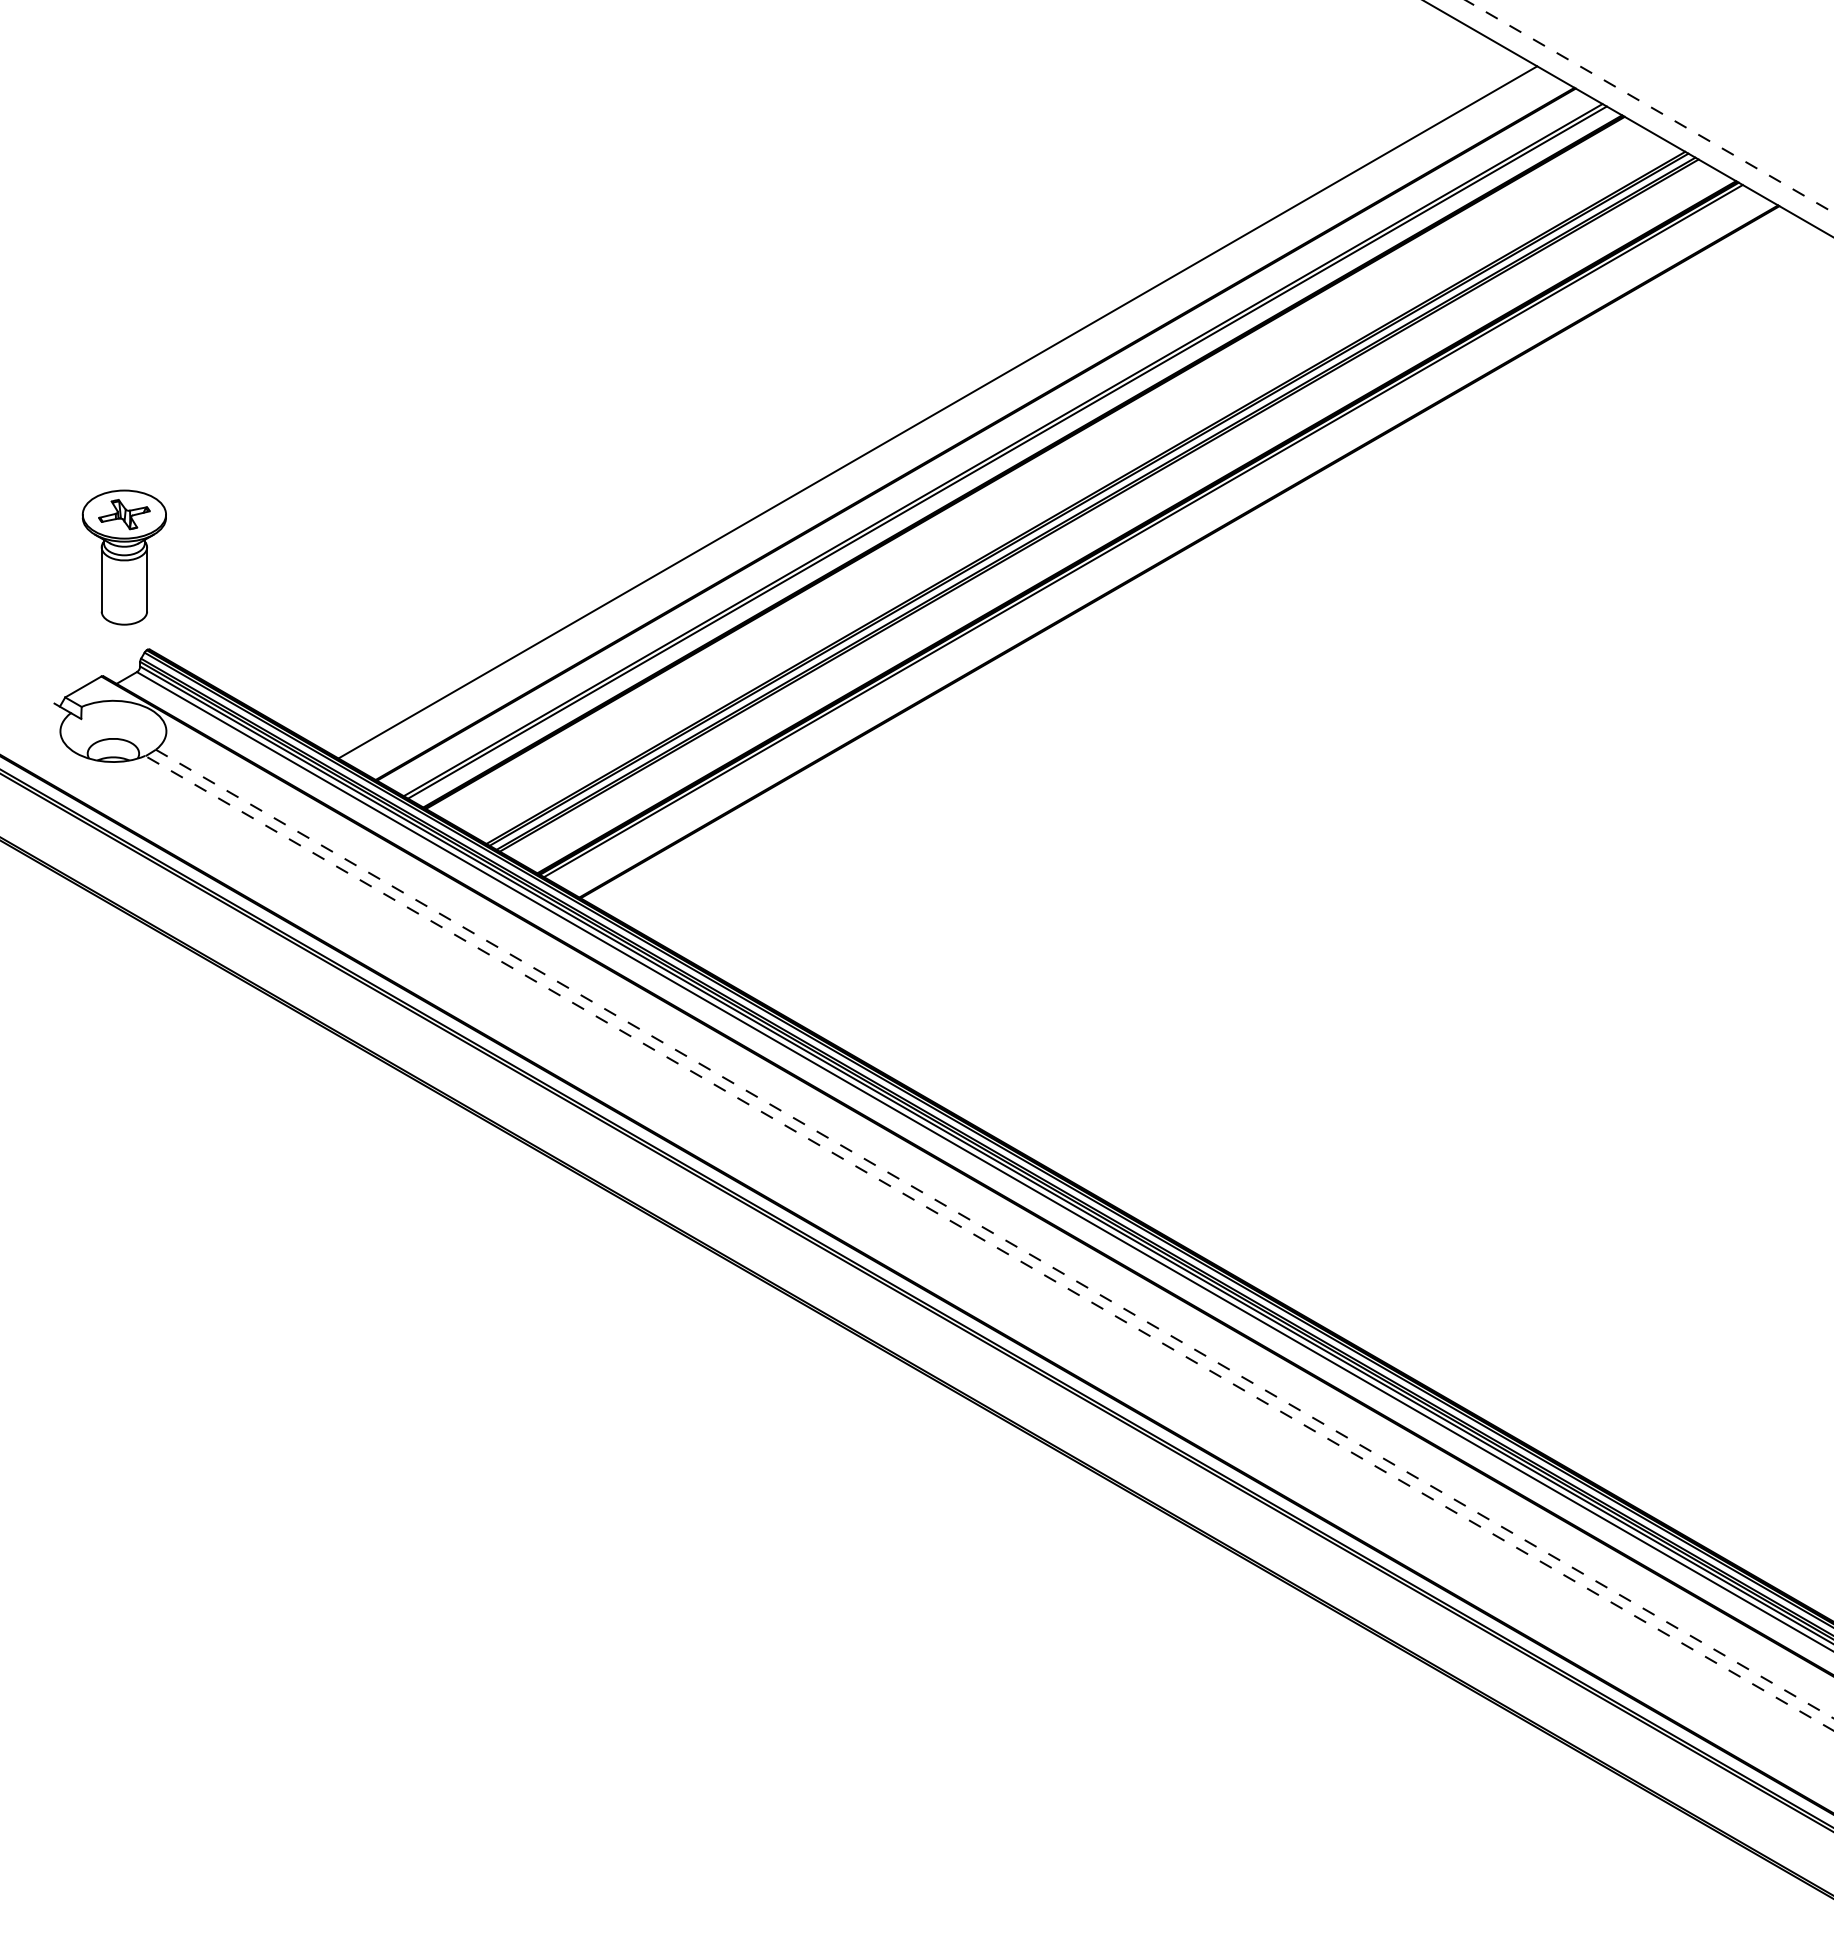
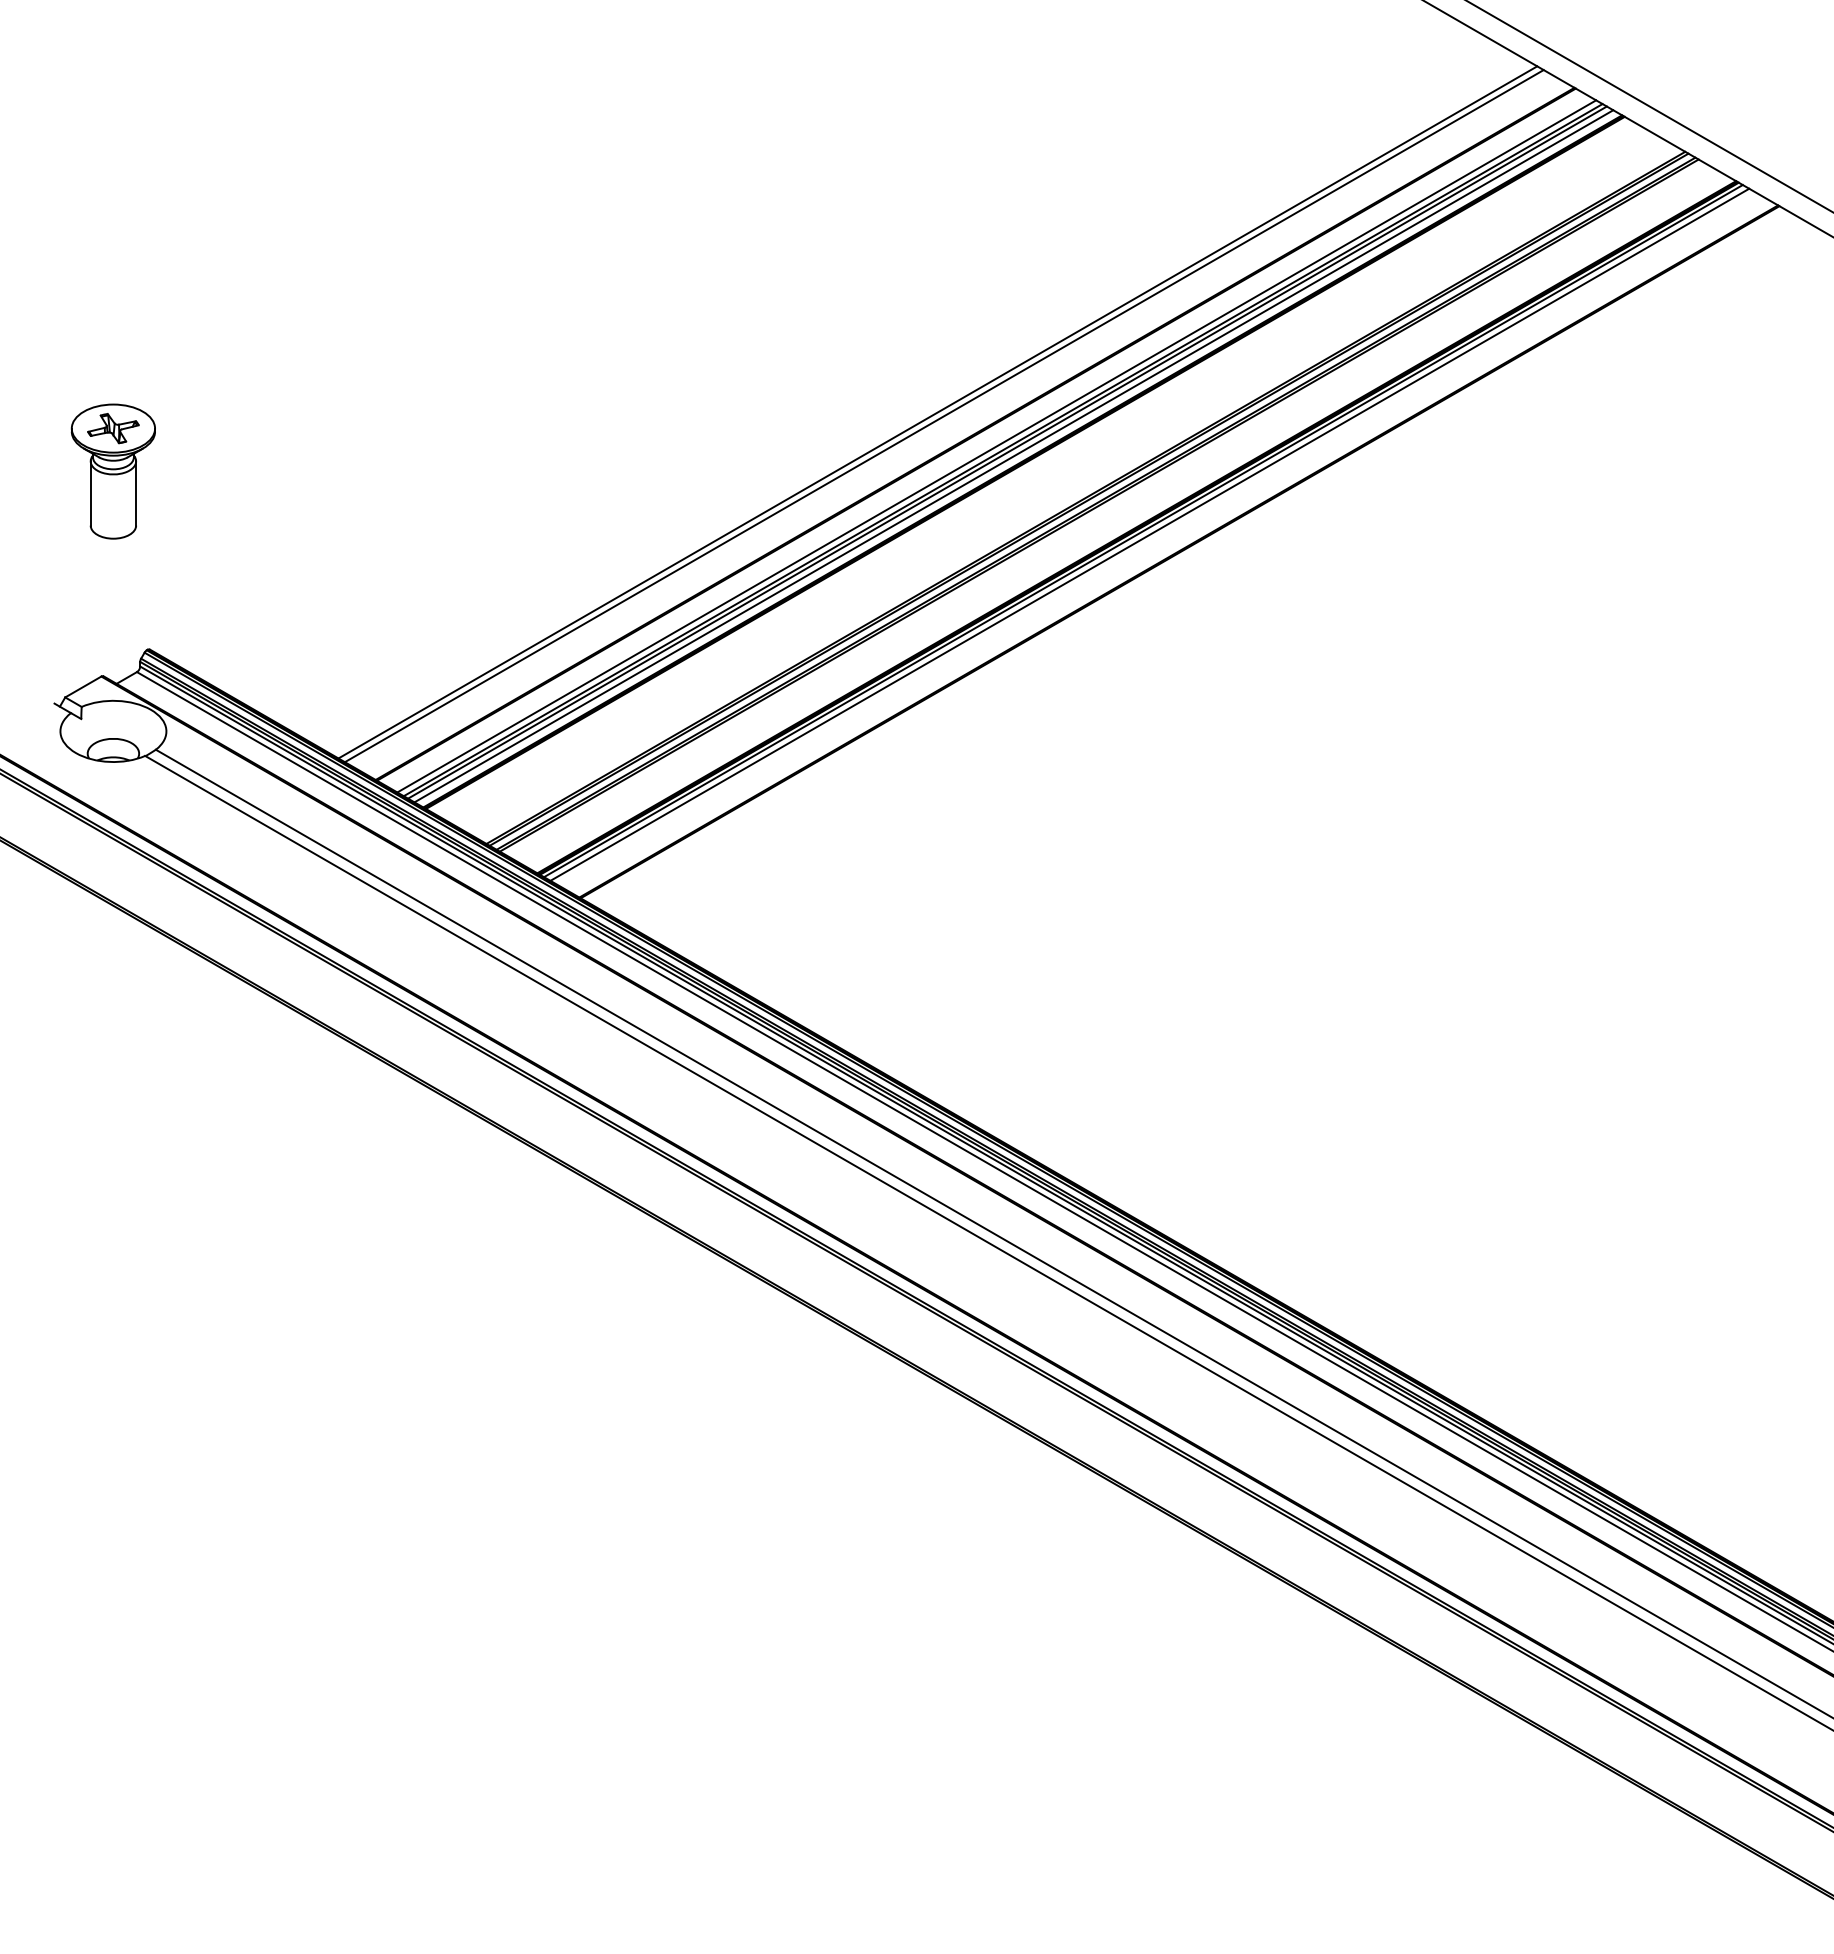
line at (1649, 106): dashed -> solid
line at (943, 416): none -> present
line at (996, 446): none -> present
line at (1013, 456): none -> present
line at (1149, 534): none -> present
part at (123, 557) position: (123, 557) -> (112, 471)
line at (994, 1234): dashed -> solid
line at (989, 1243): dashed -> solid
